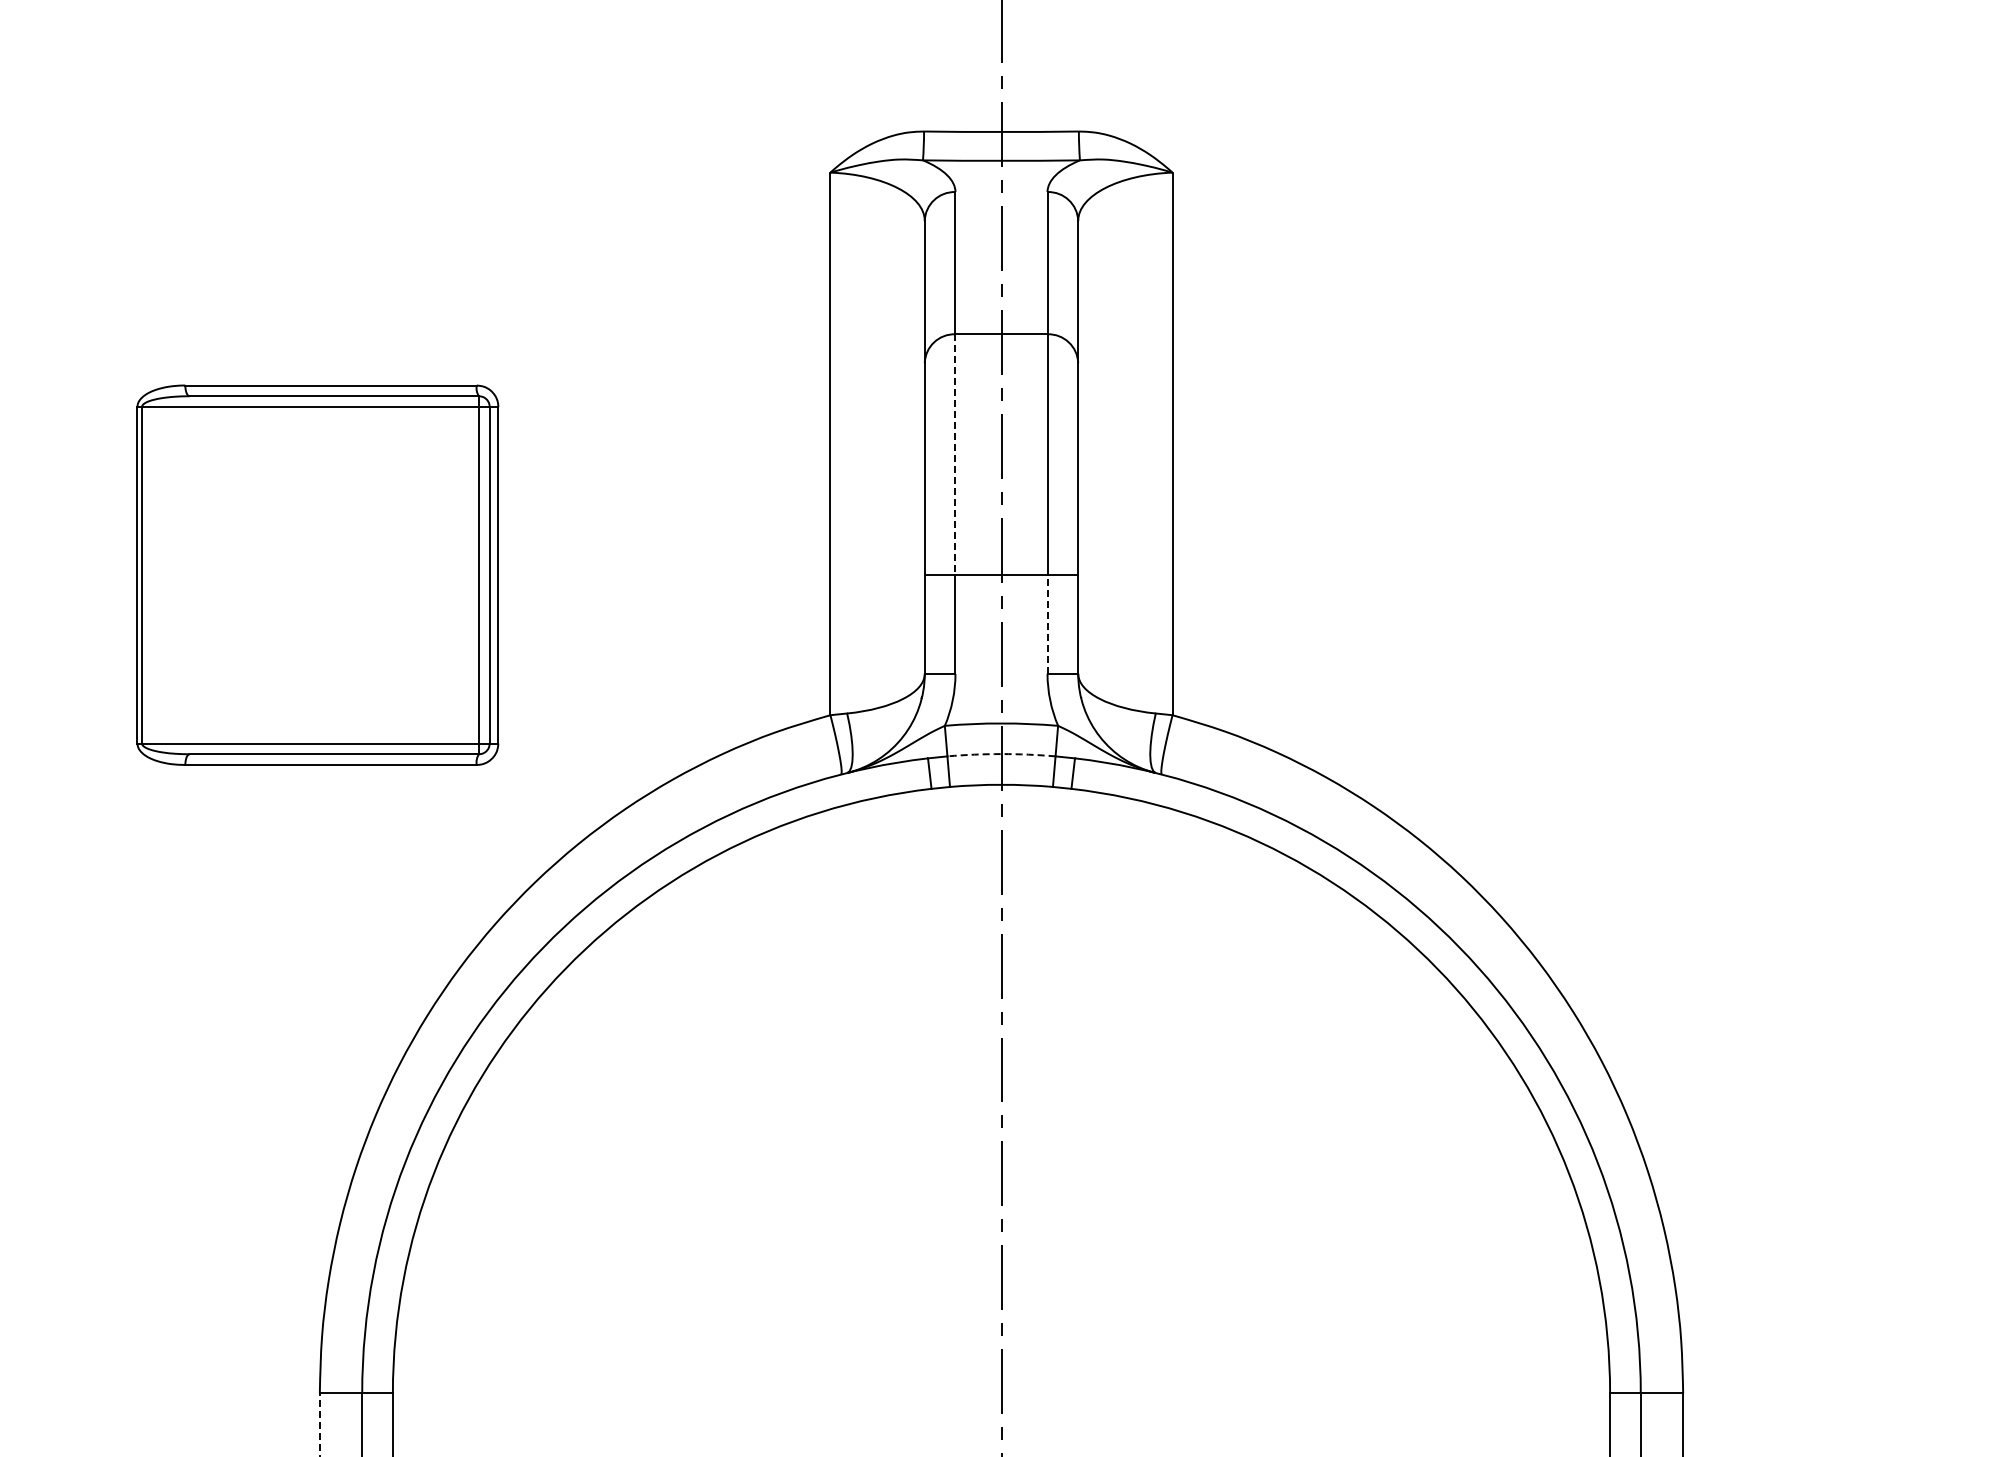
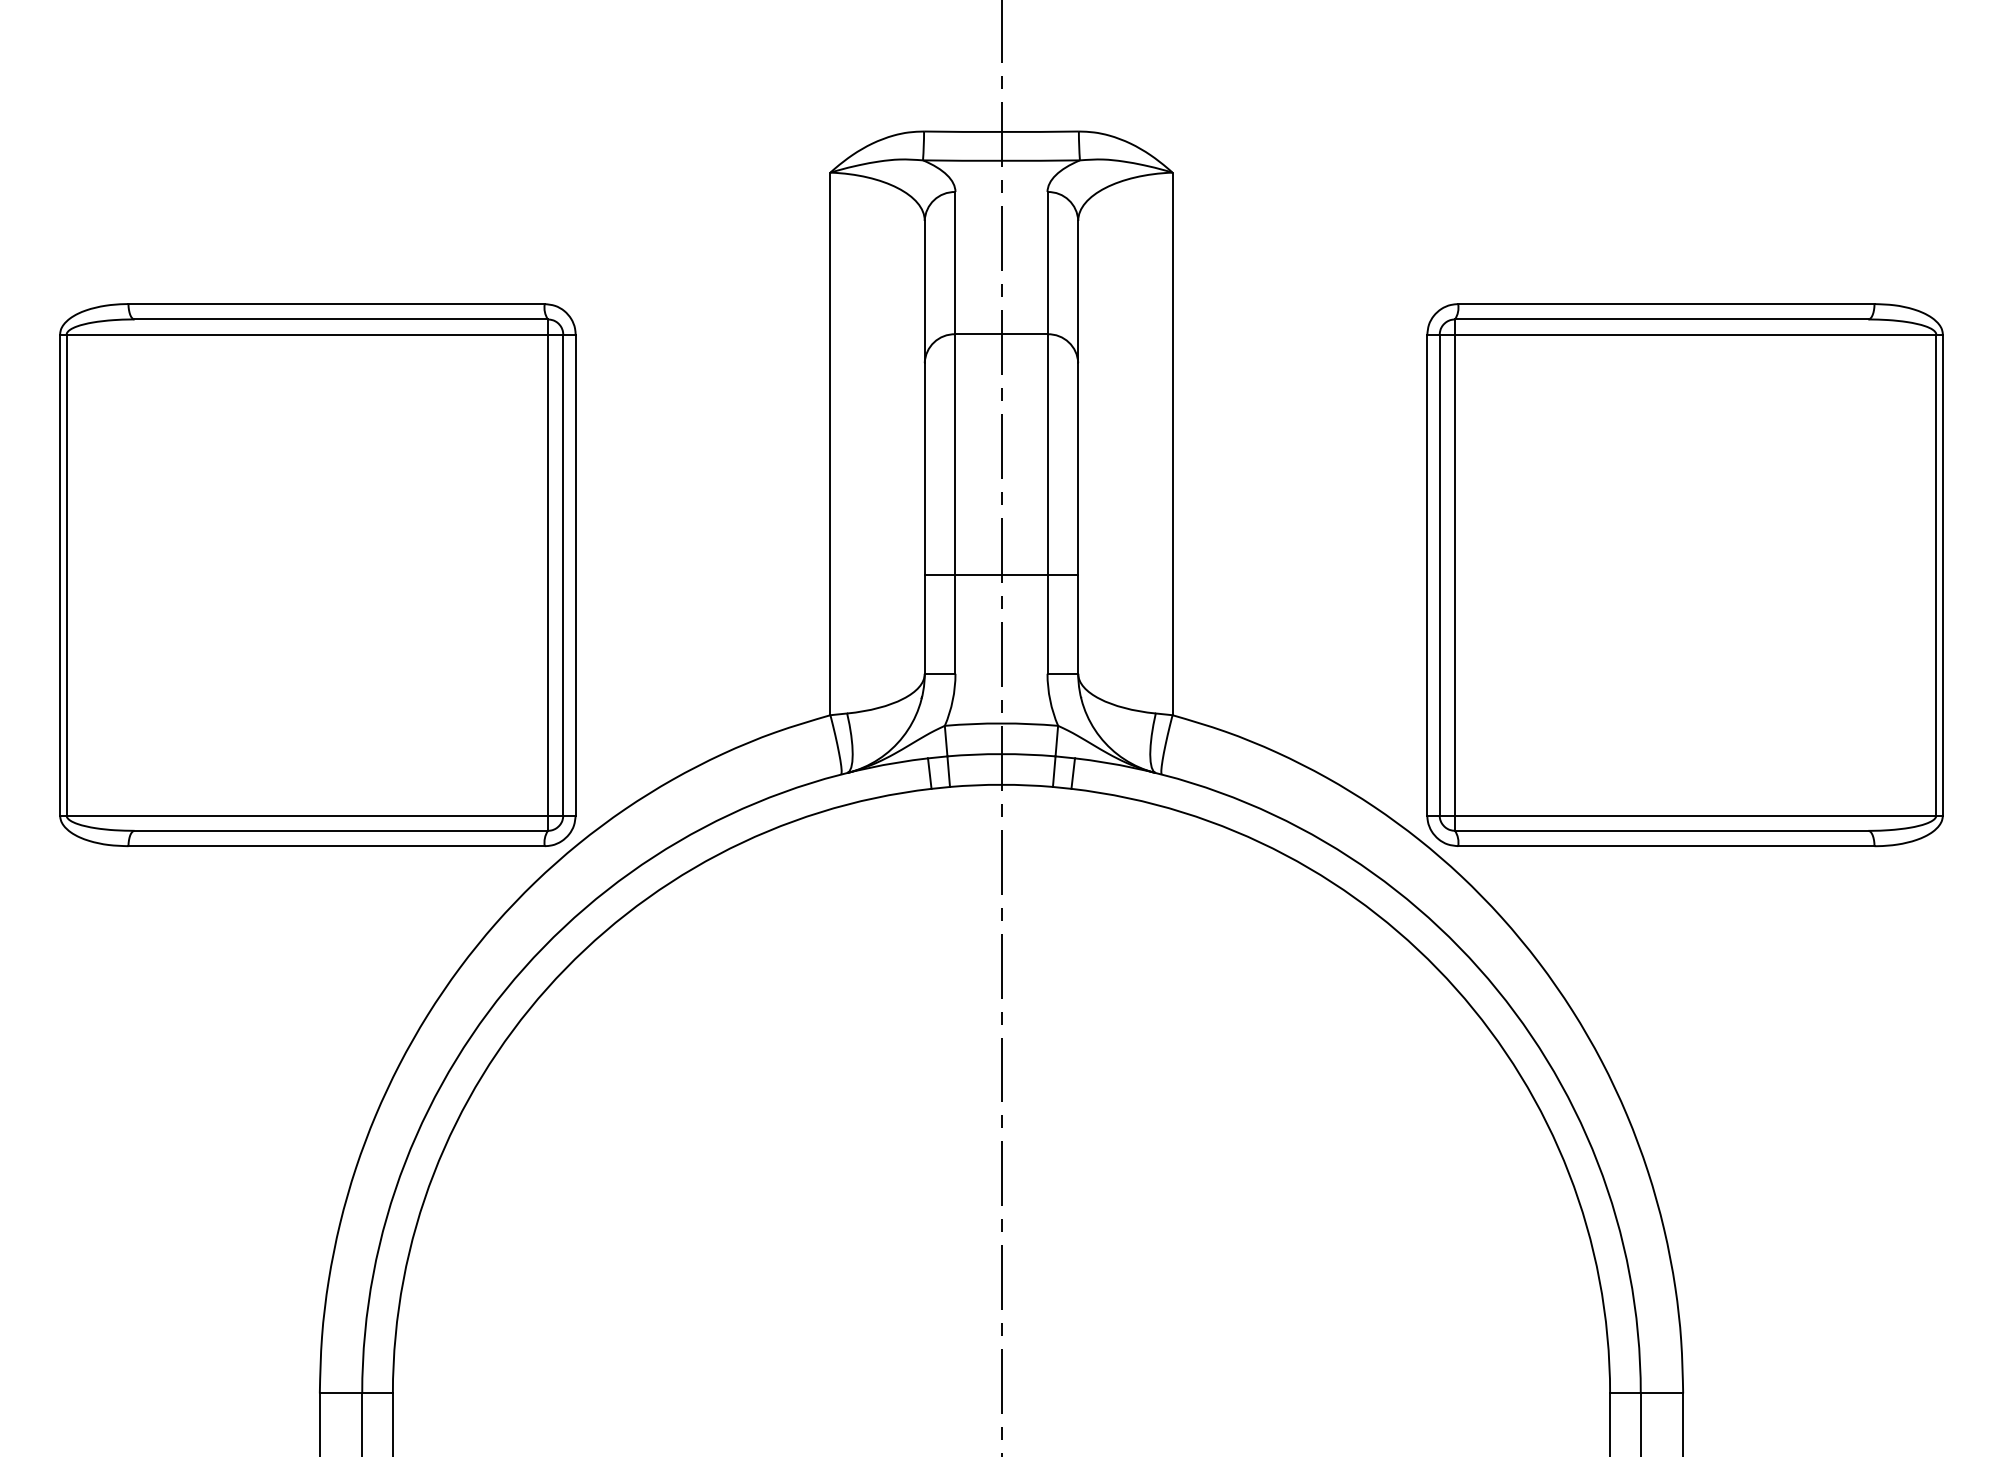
line at (955, 454): dashed -> solid
part at (317, 574) size: 364x382 px -> 518x545 px
part at (1684, 575): none -> present
line at (1047, 624): dashed -> solid
arc at (1001, 754): dashed -> solid
line at (319, 1424): dashed -> solid
